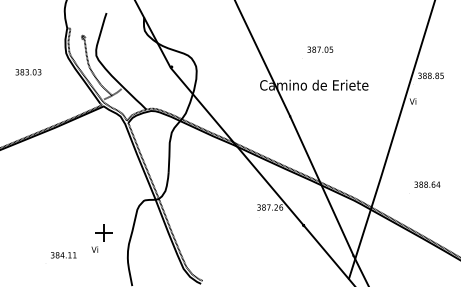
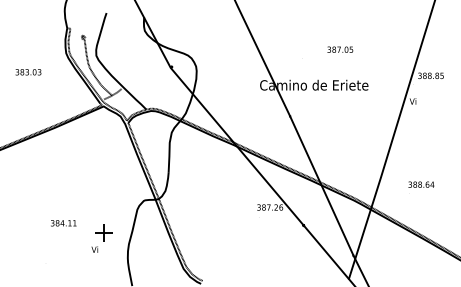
text at (320, 49) position: (320, 49) -> (340, 49)
text at (427, 184) position: (427, 184) -> (421, 184)
text at (63, 255) position: (63, 255) -> (63, 223)
